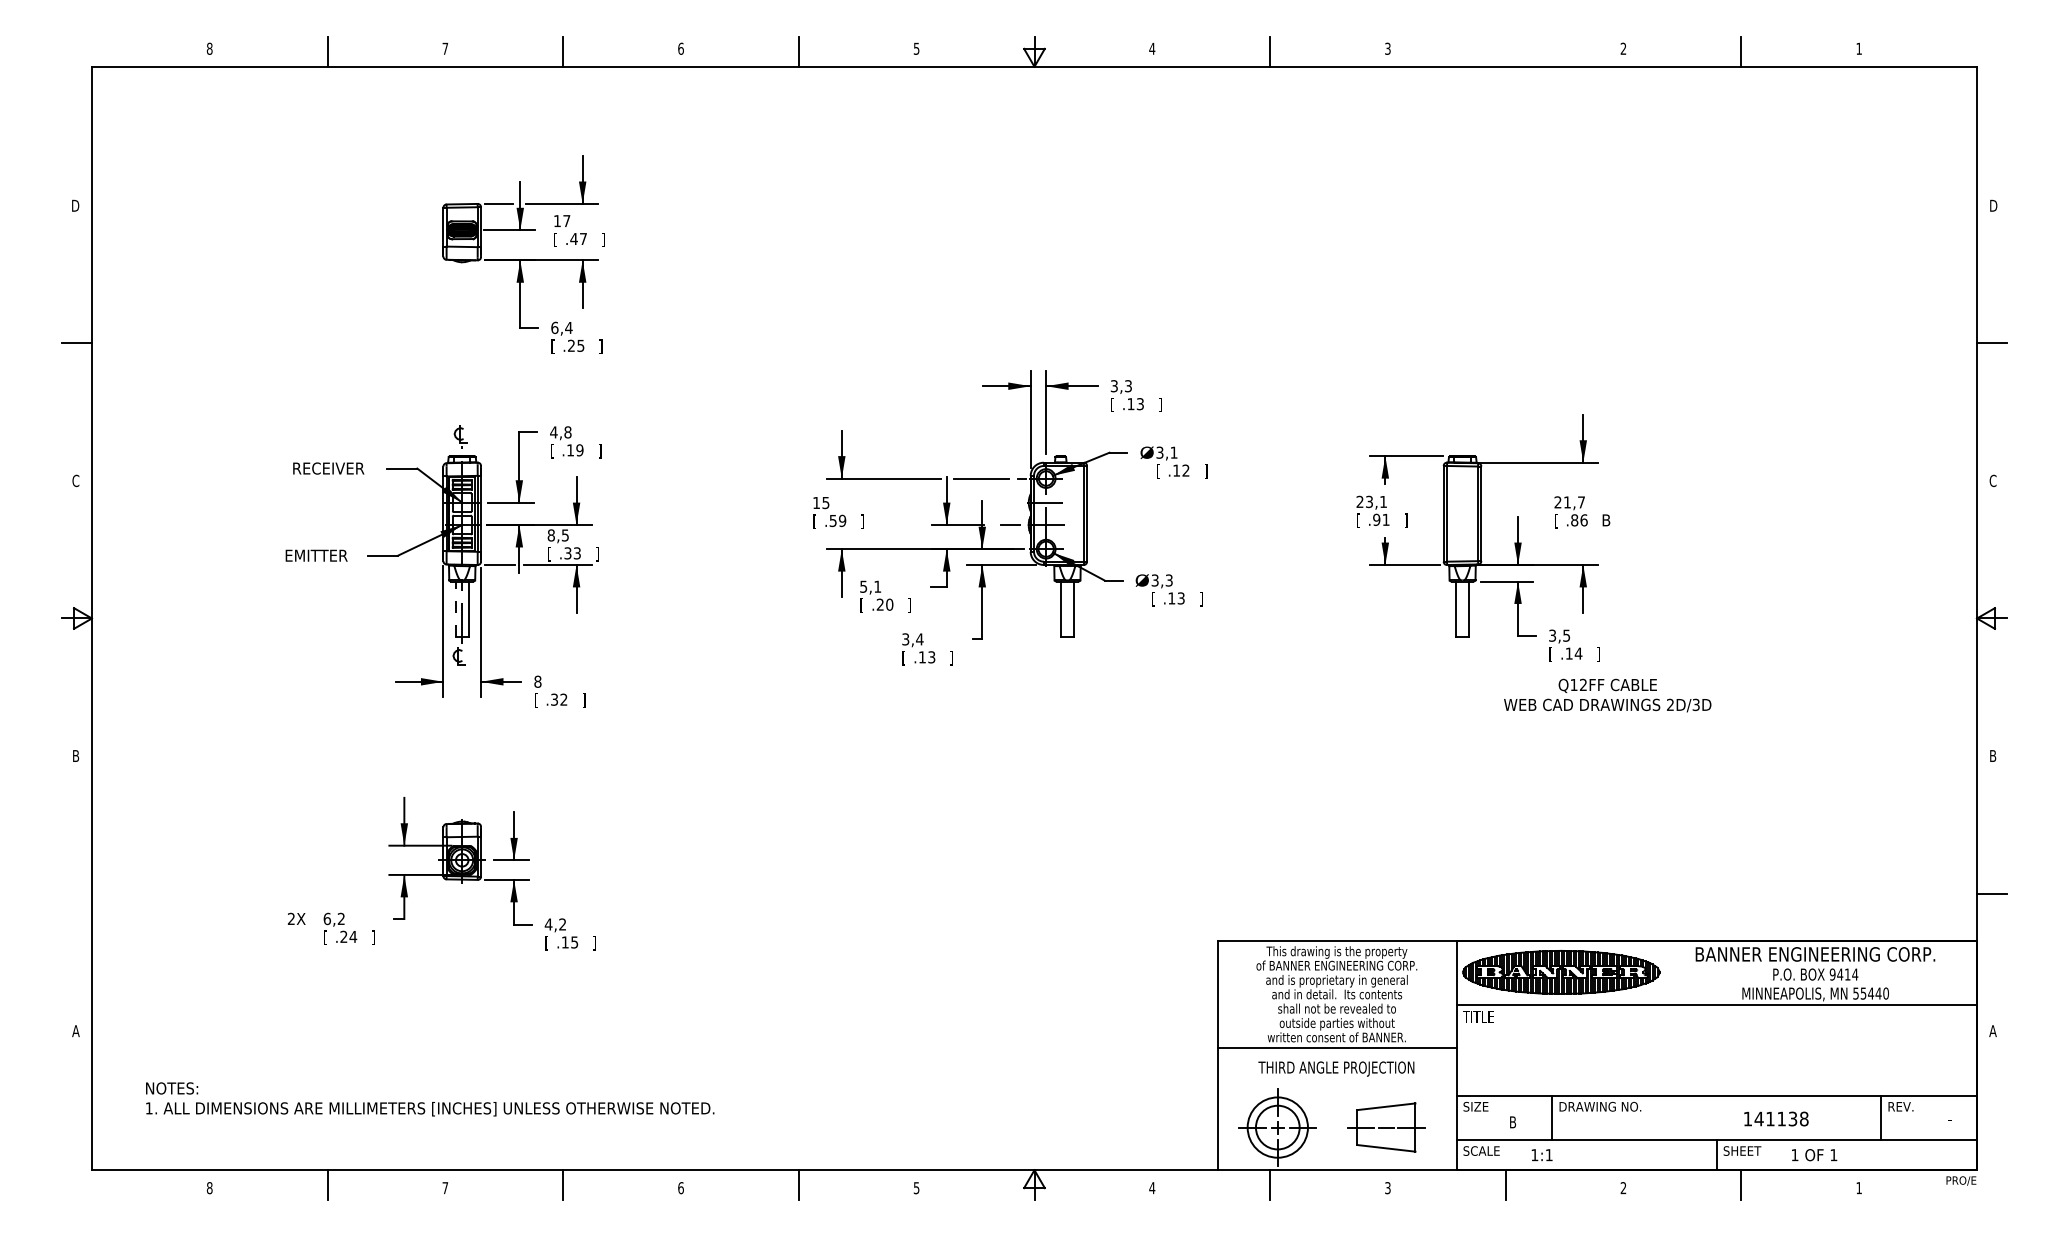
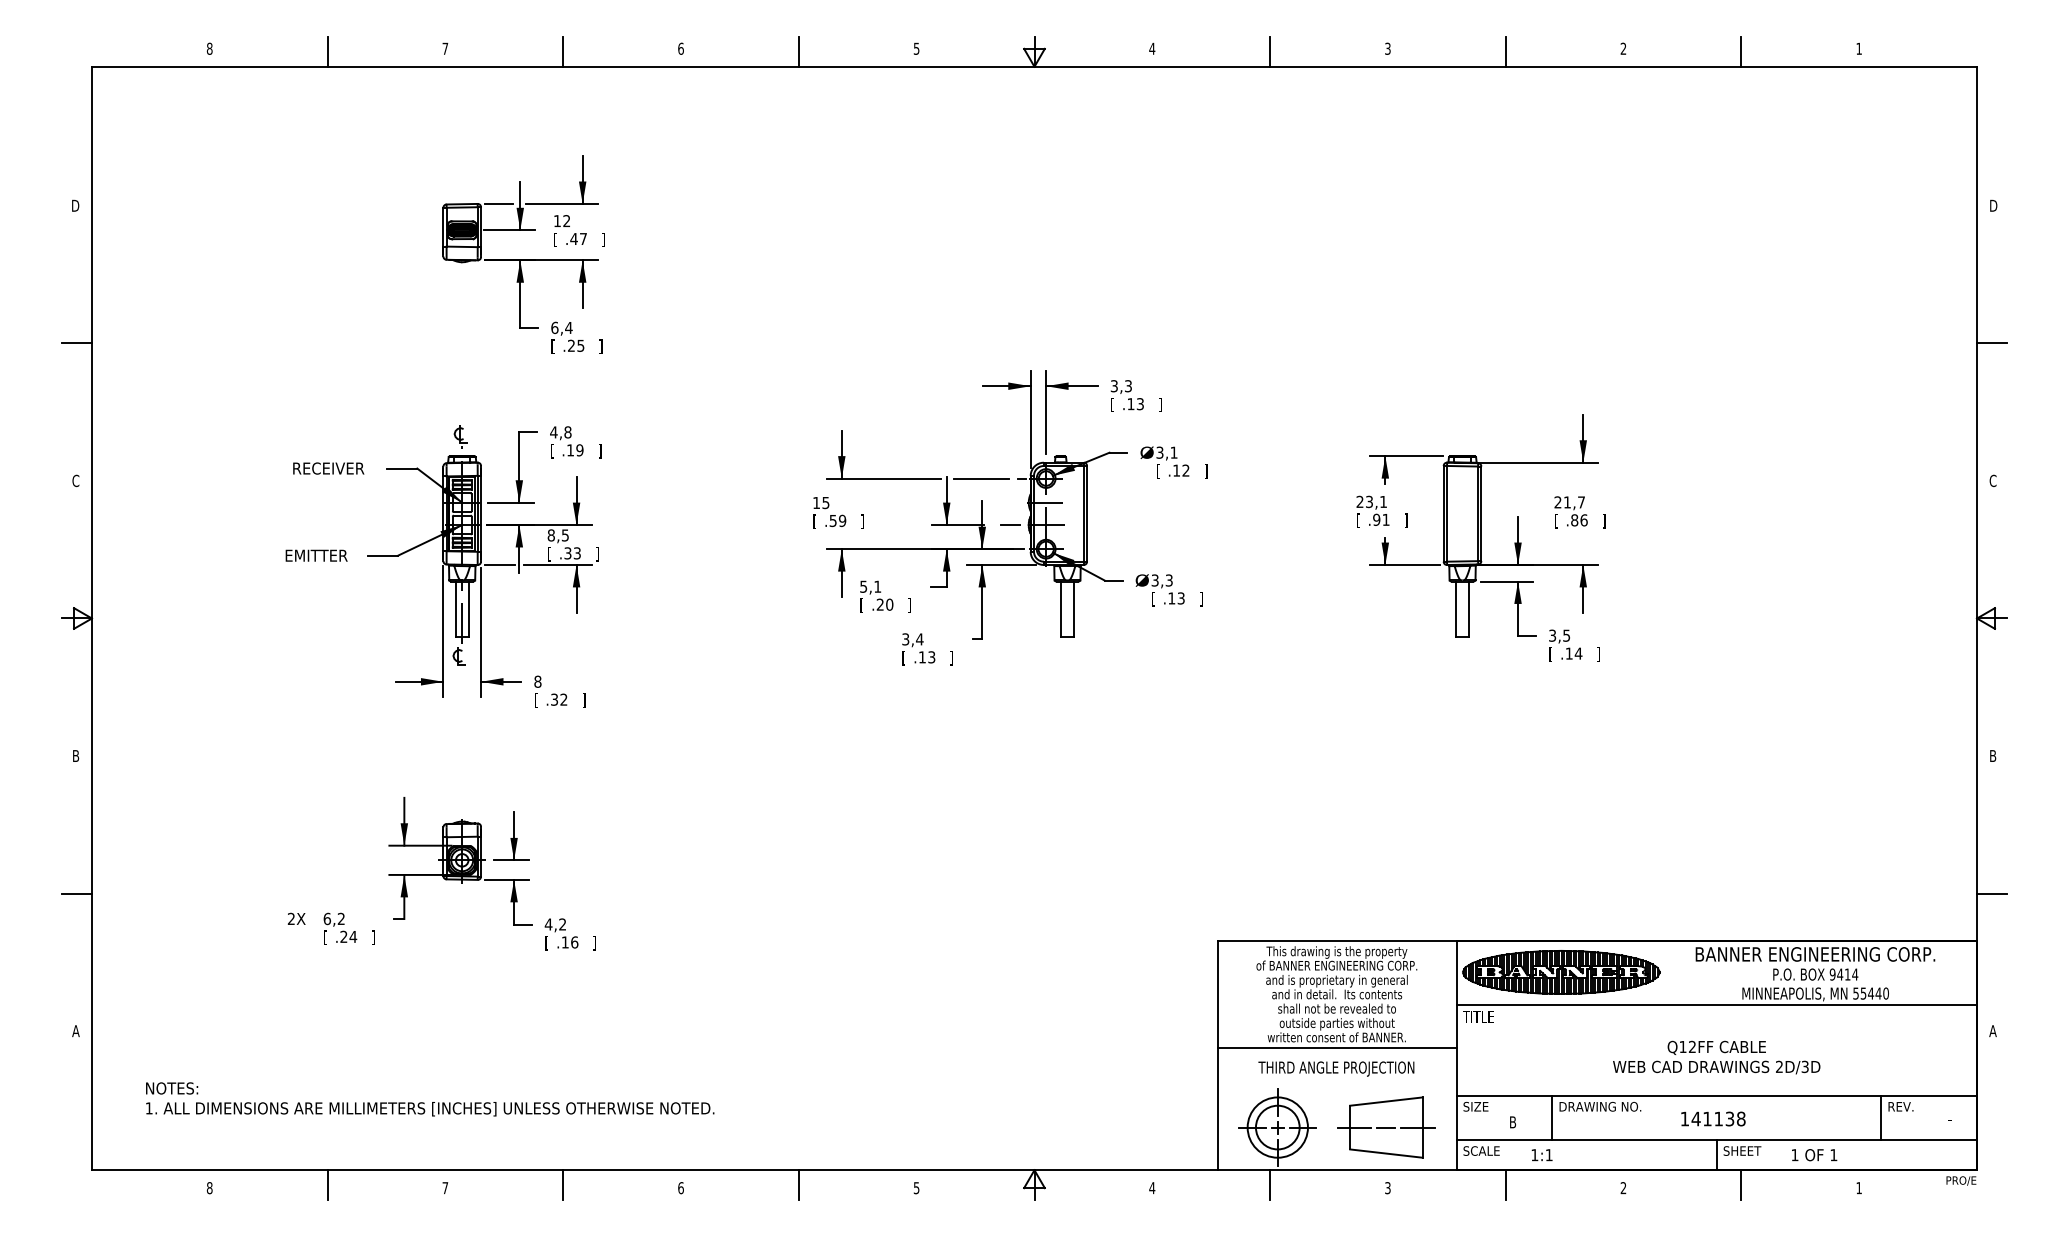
line at (1505, 51): none -> present
text at (566, 220): 17 -> 12
text at (1606, 521): B -> ]
line at (455, 609): dashed -> solid
text at (1607, 695) position: (1607, 695) -> (1716, 1057)
line at (76, 893): none -> present
text at (574, 942): .15 -> .16
text at (1776, 1118) position: (1776, 1118) -> (1713, 1118)
part at (1386, 1127) size: 79x51 px -> 99x63 px
